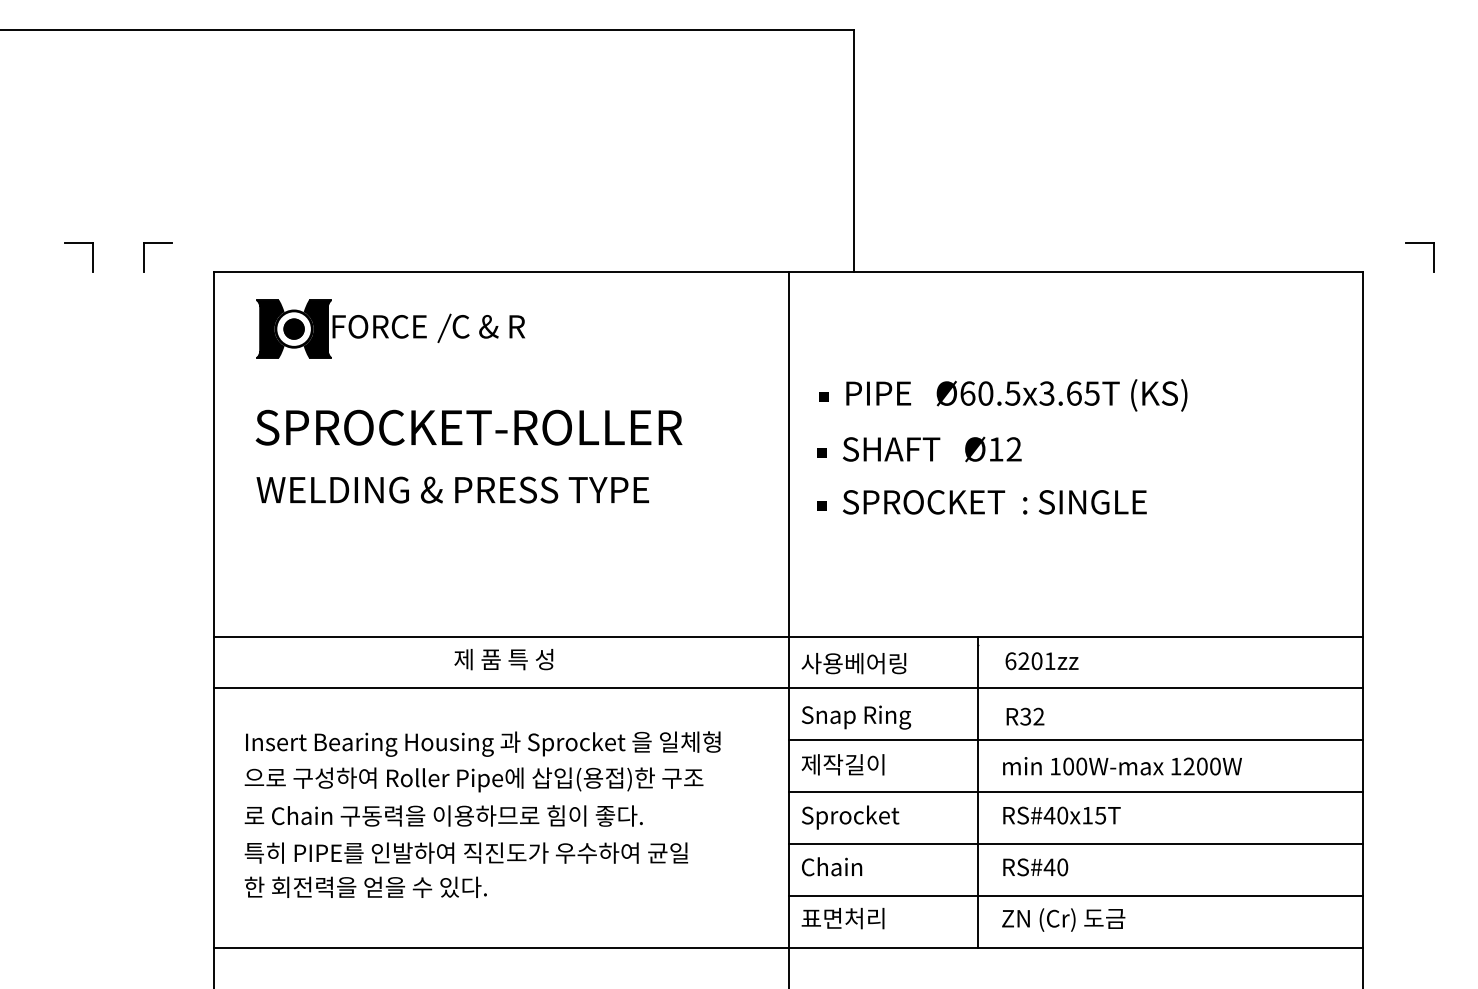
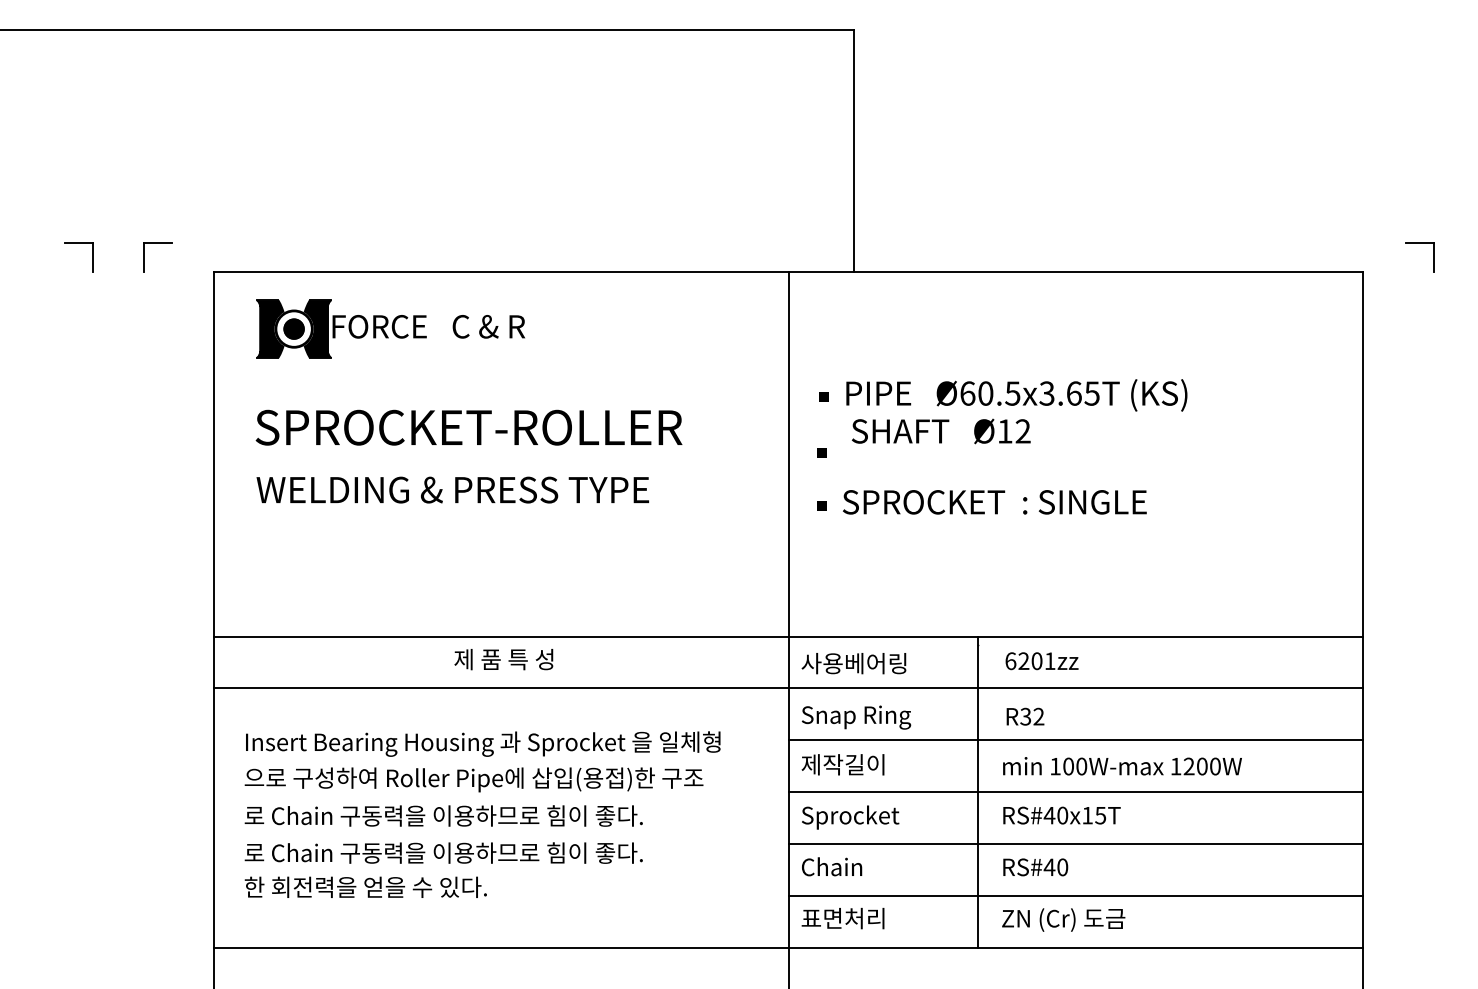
line at (444, 328): present -> none
text at (932, 449) position: (932, 449) -> (941, 431)
text at (466, 852): 특히 PIPE를 인발하여 직진도가 우수하여 균일 -> 로 Chain 구동력을 이용하므로 힘이 좋다.
